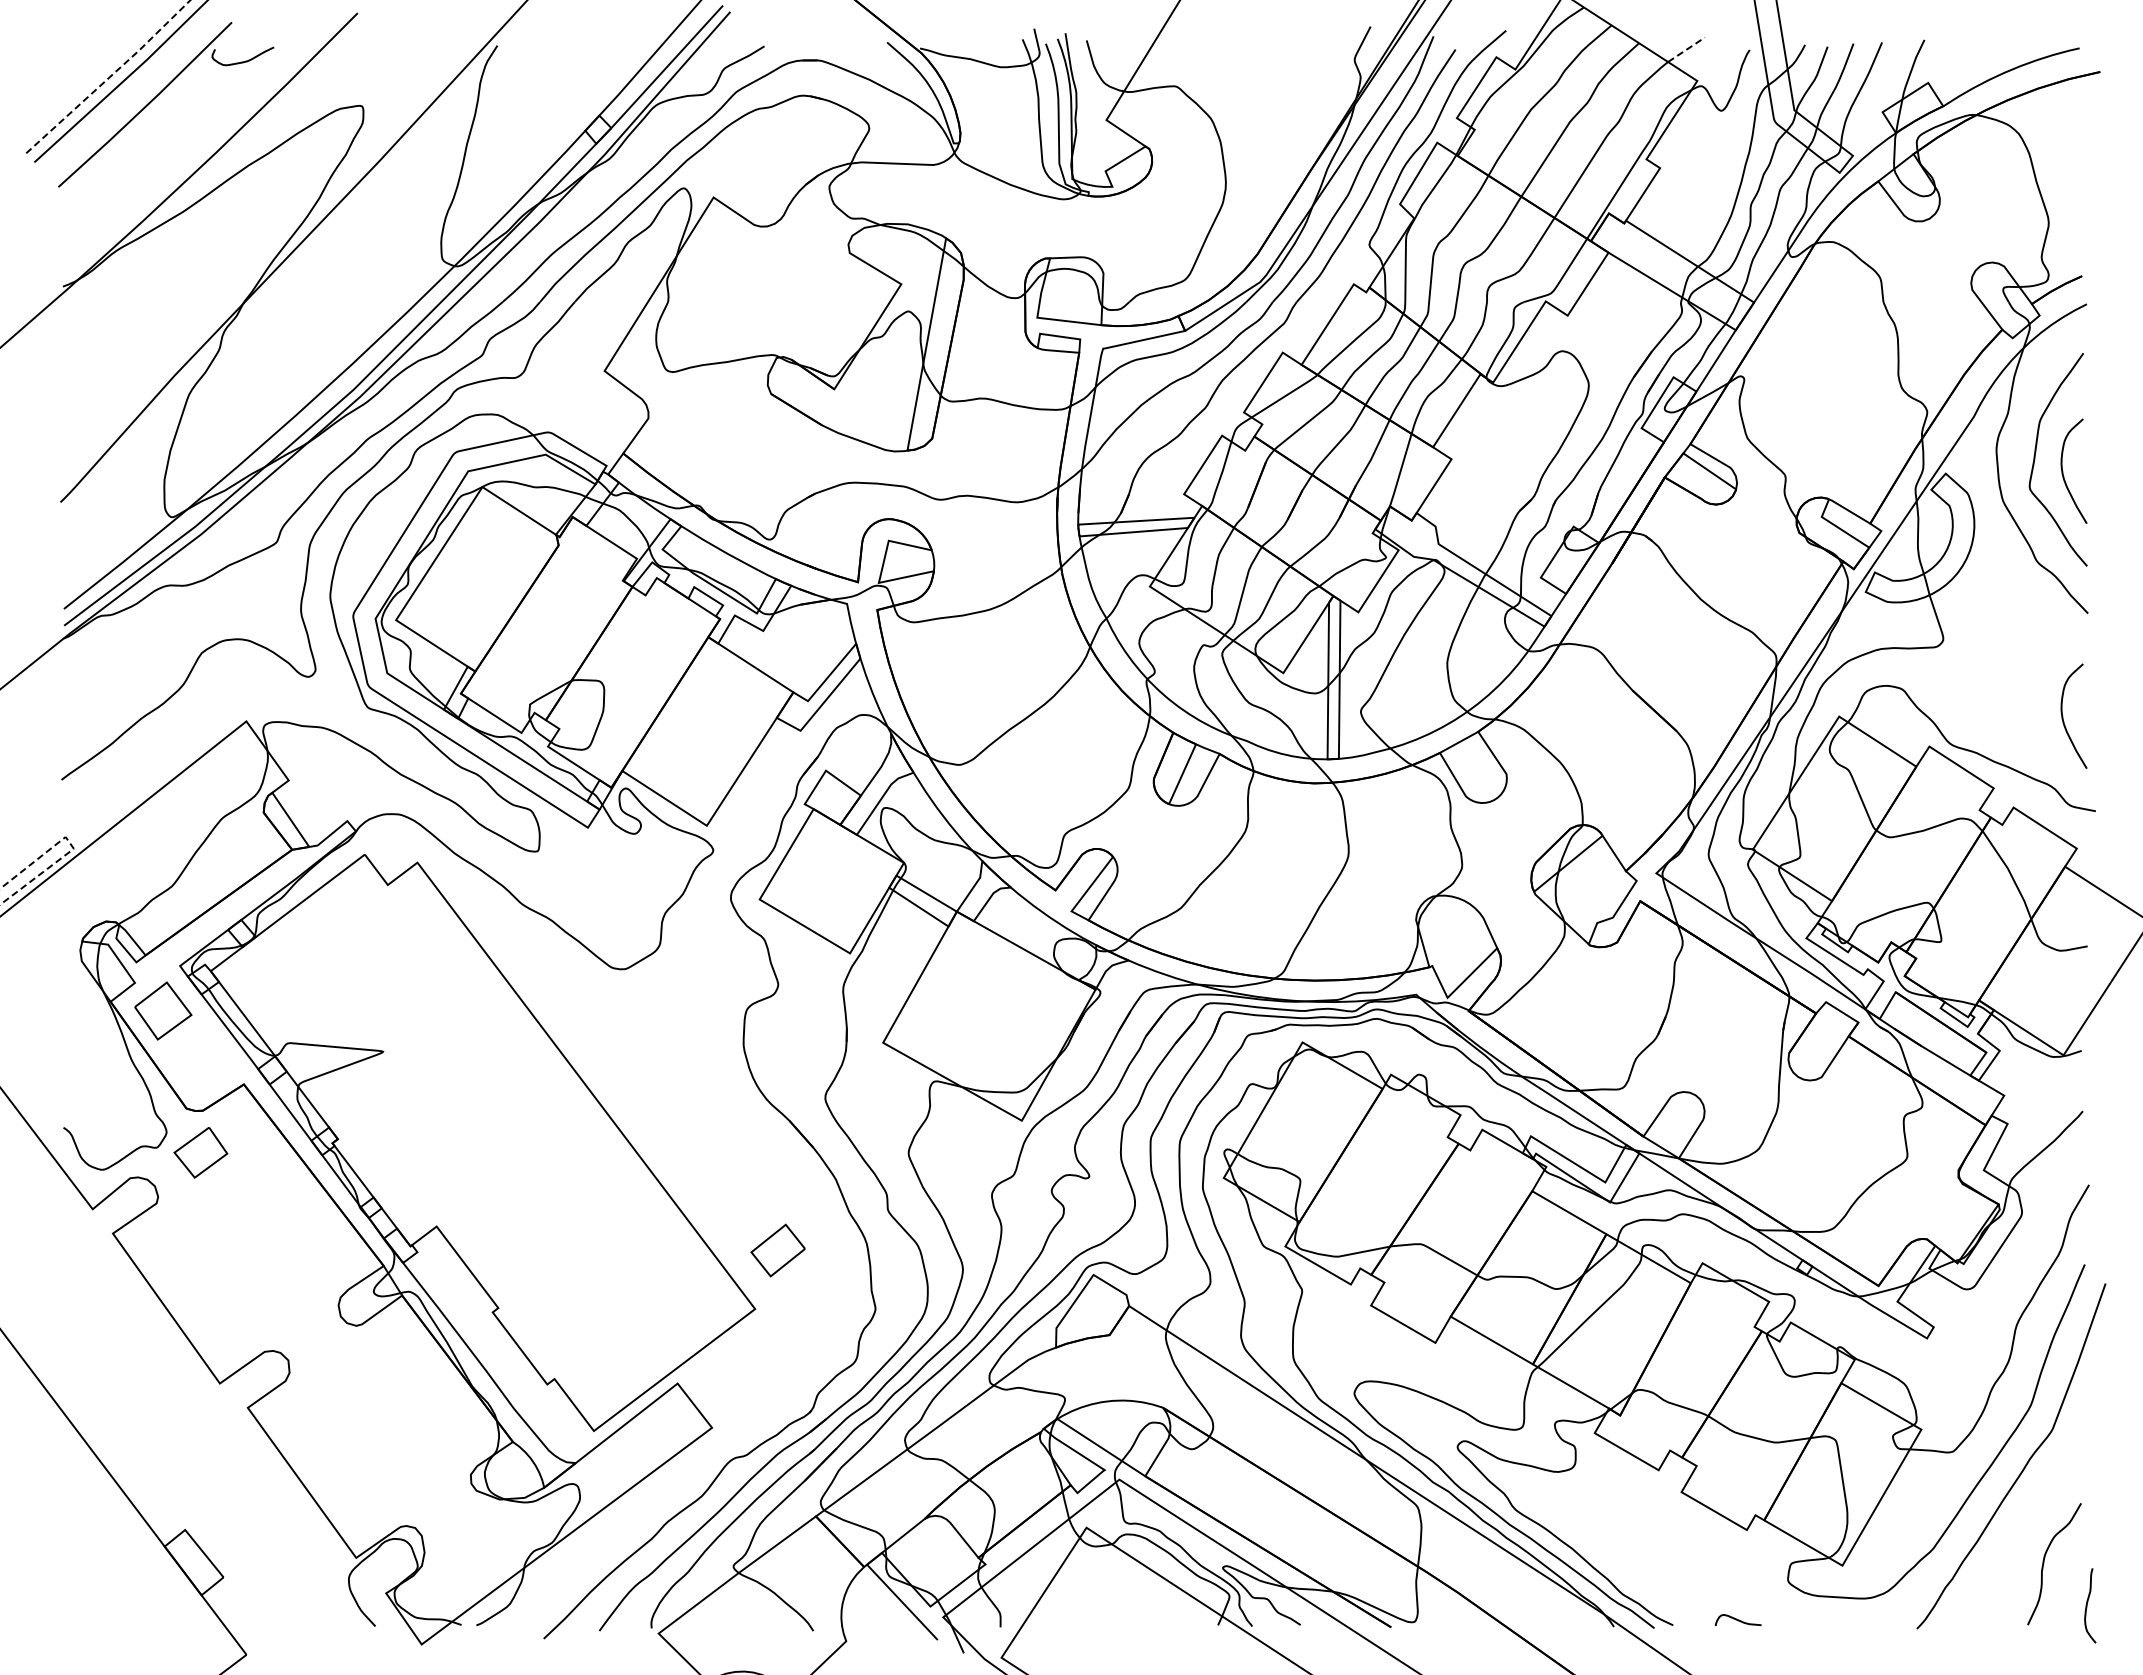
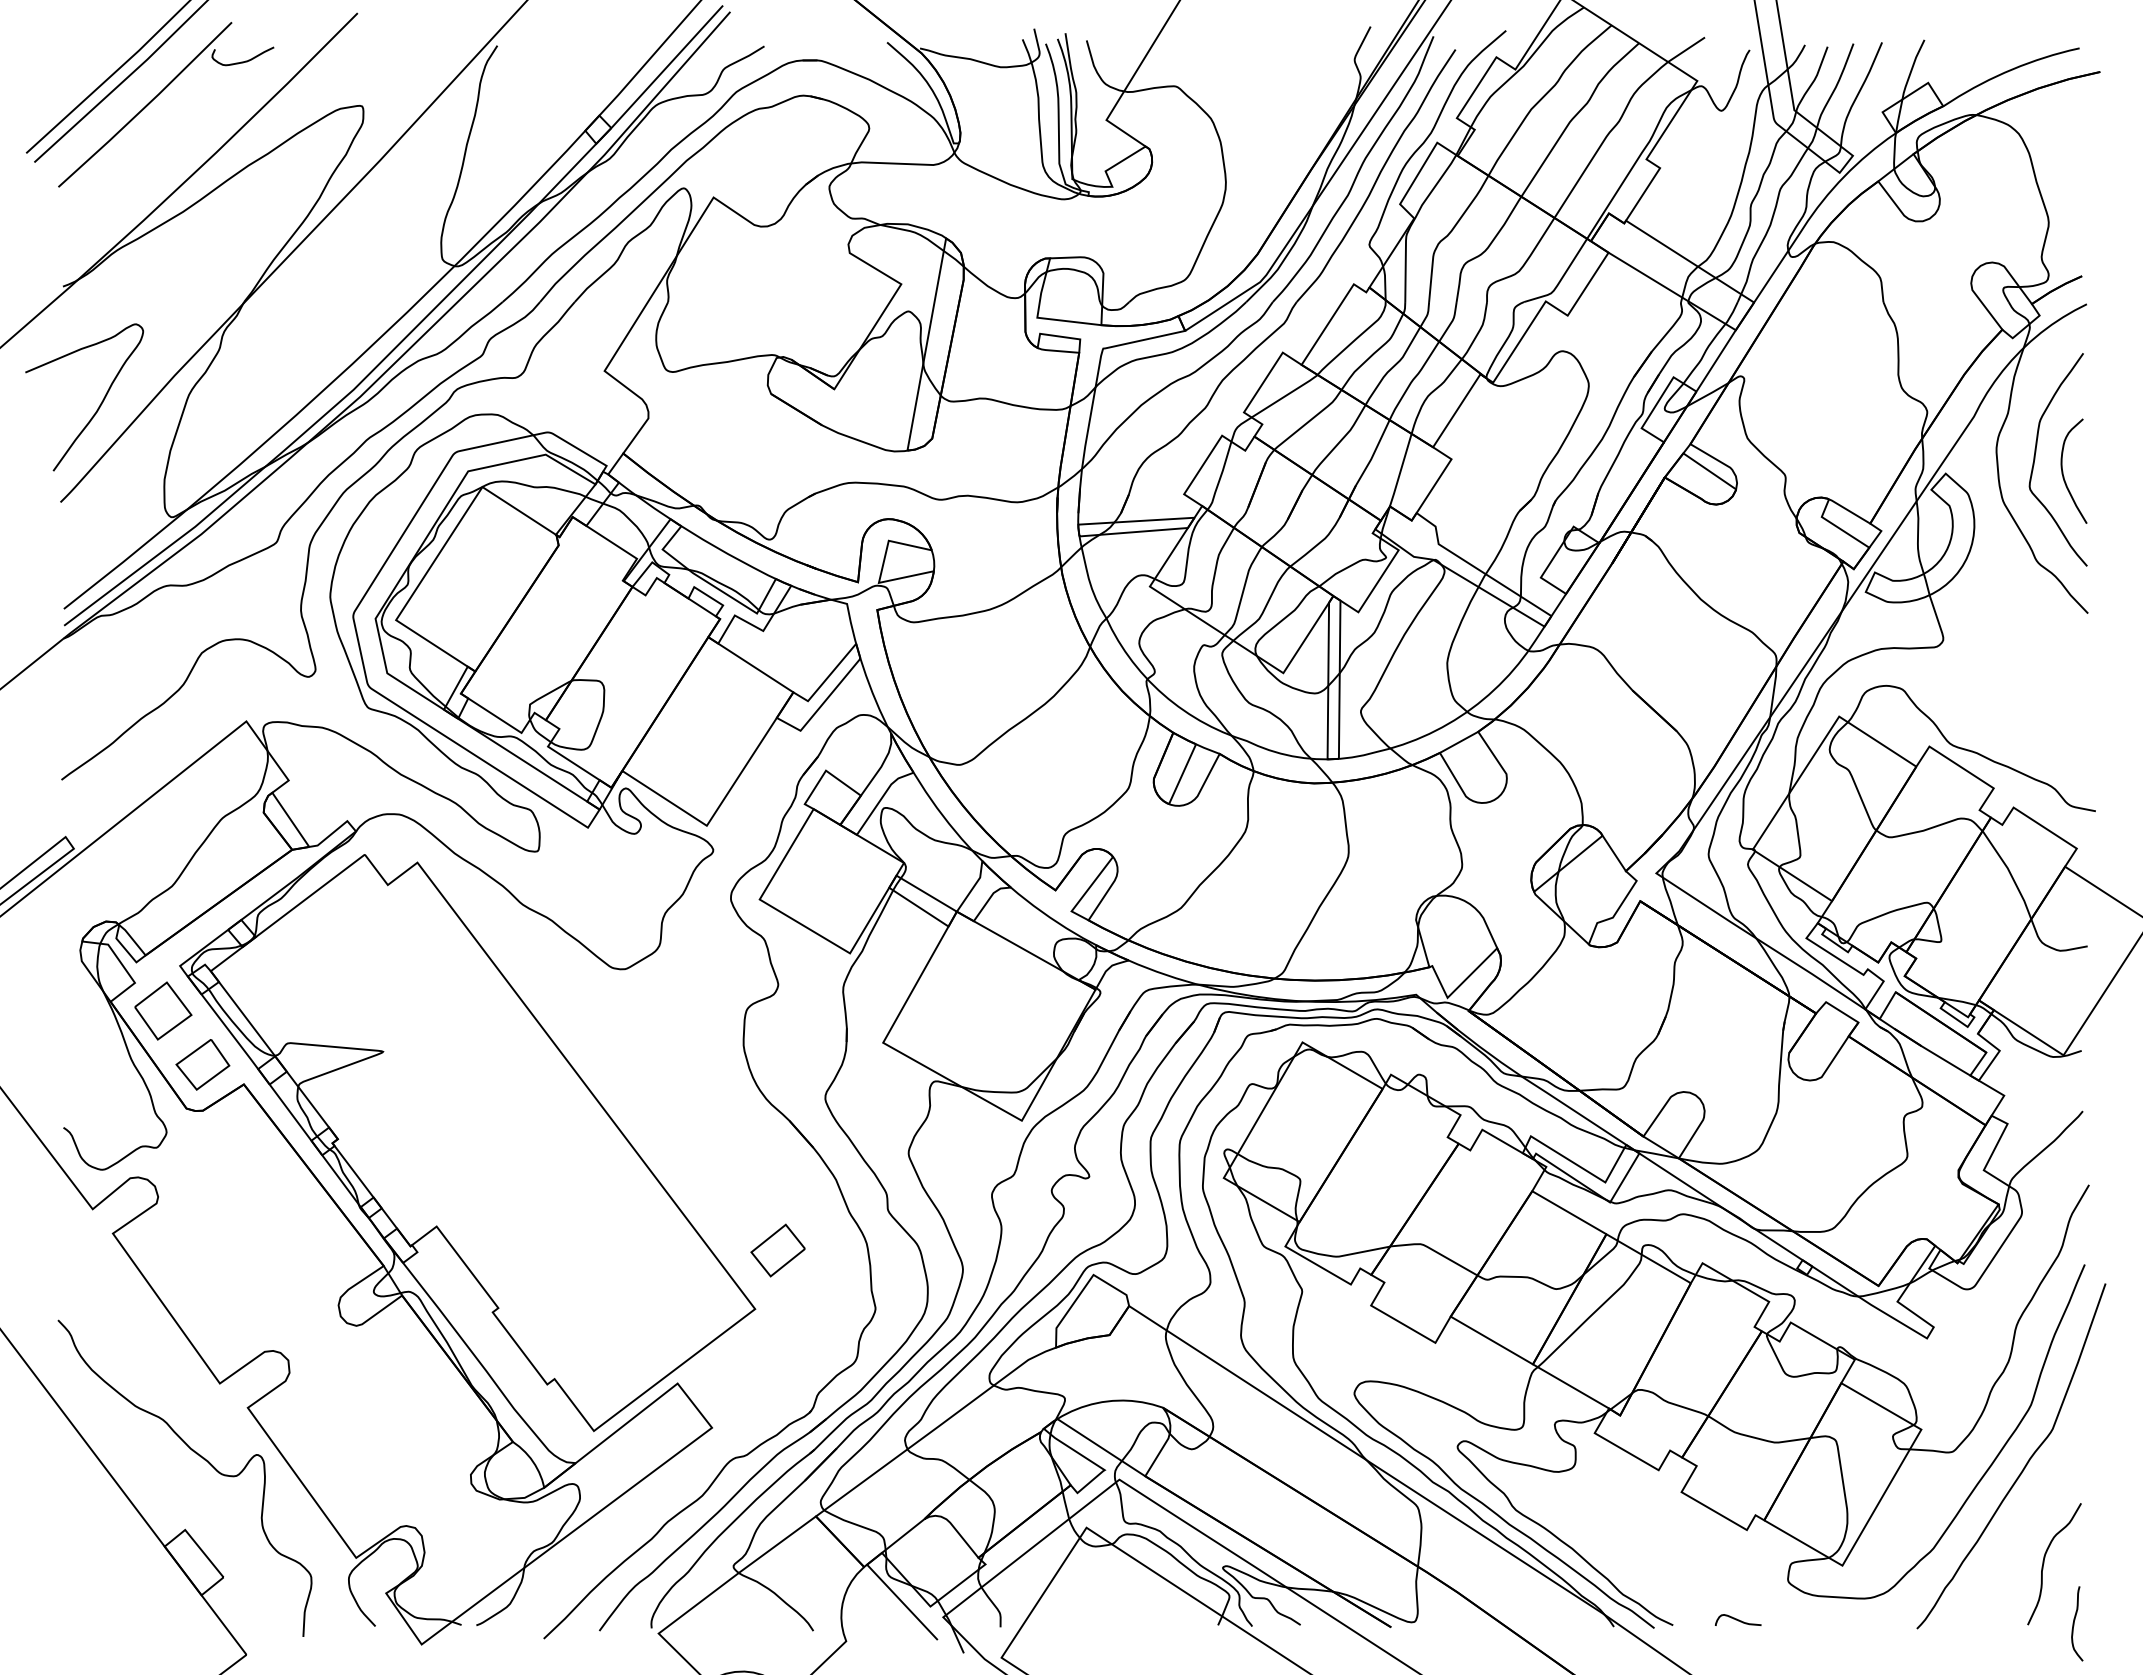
line at (1686, 49): dashed -> solid
line at (109, 77): dashed -> solid
curve at (98, 406): none -> present
curve at (2063, 716): present -> none
line at (72, 846): dashed -> solid
part at (200, 1152) position: (200, 1152) -> (202, 1064)
curve at (200, 1457): none -> present
curve at (2087, 1605) position: (2087, 1605) -> (2074, 1623)
